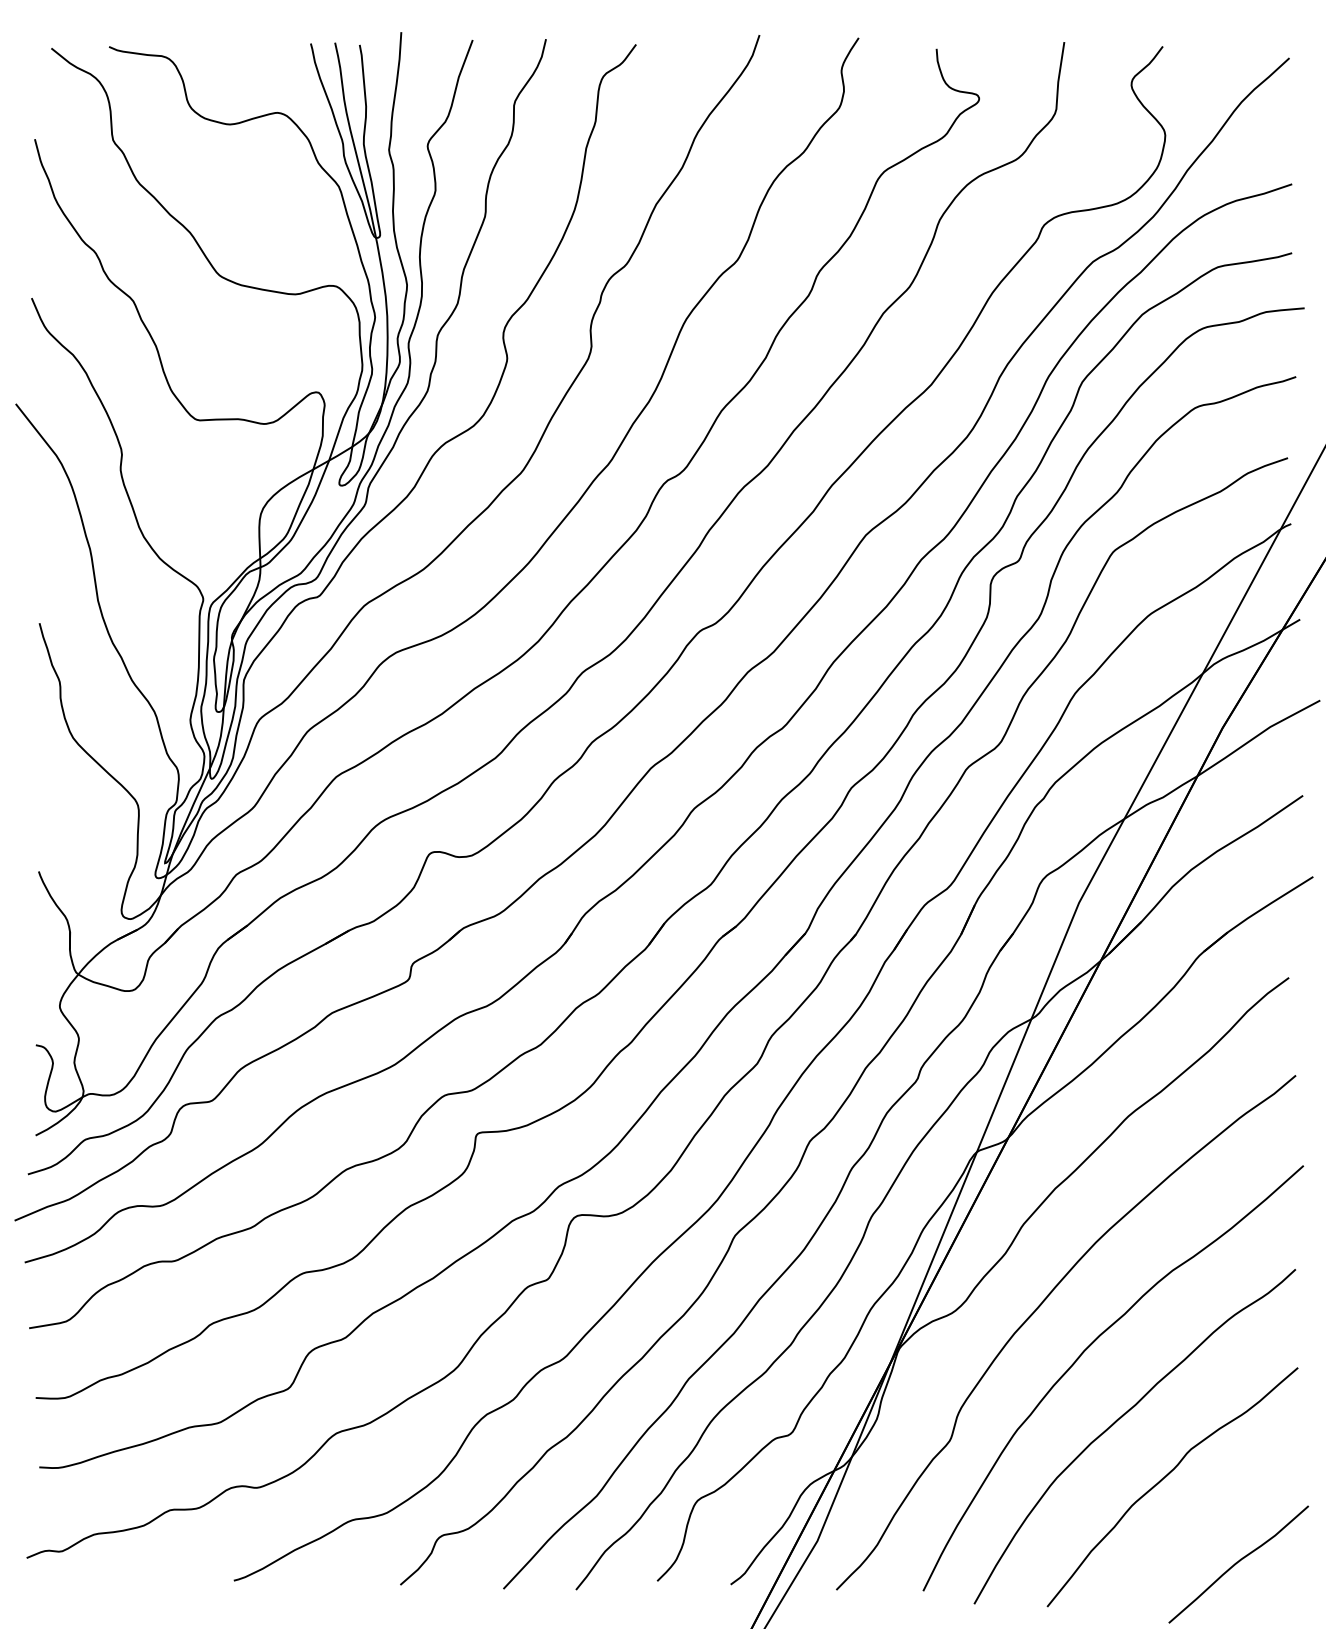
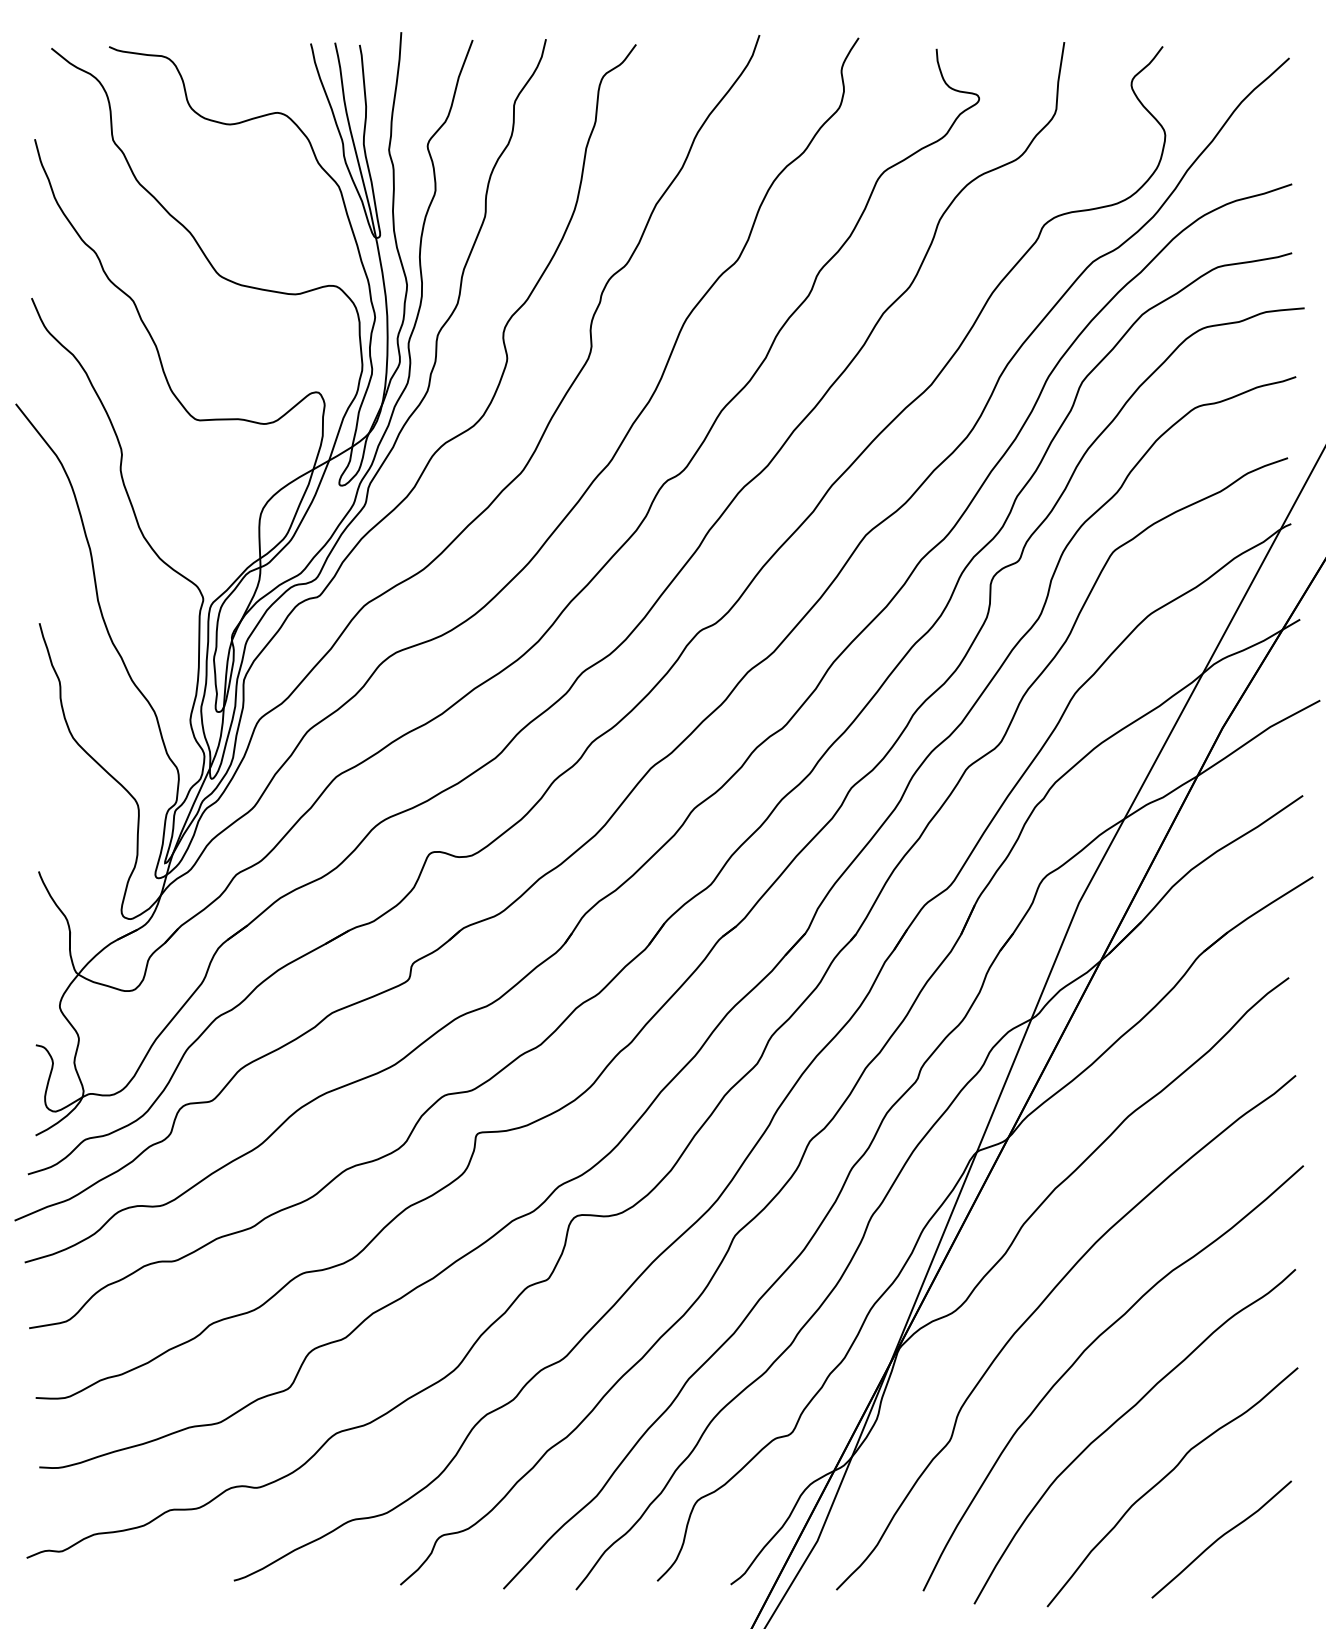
curve at (1237, 1563) position: (1237, 1563) -> (1220, 1538)
